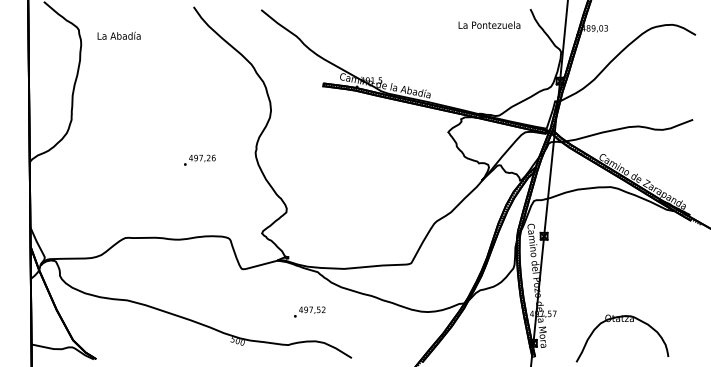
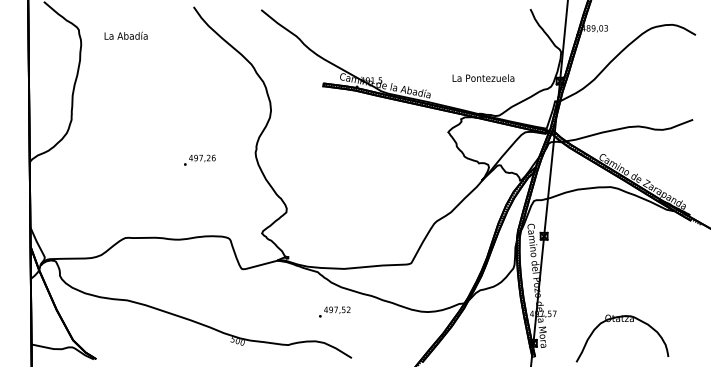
text at (489, 24) position: (489, 24) -> (483, 77)
text at (118, 35) position: (118, 35) -> (125, 35)
text at (309, 311) position: (309, 311) -> (334, 311)
